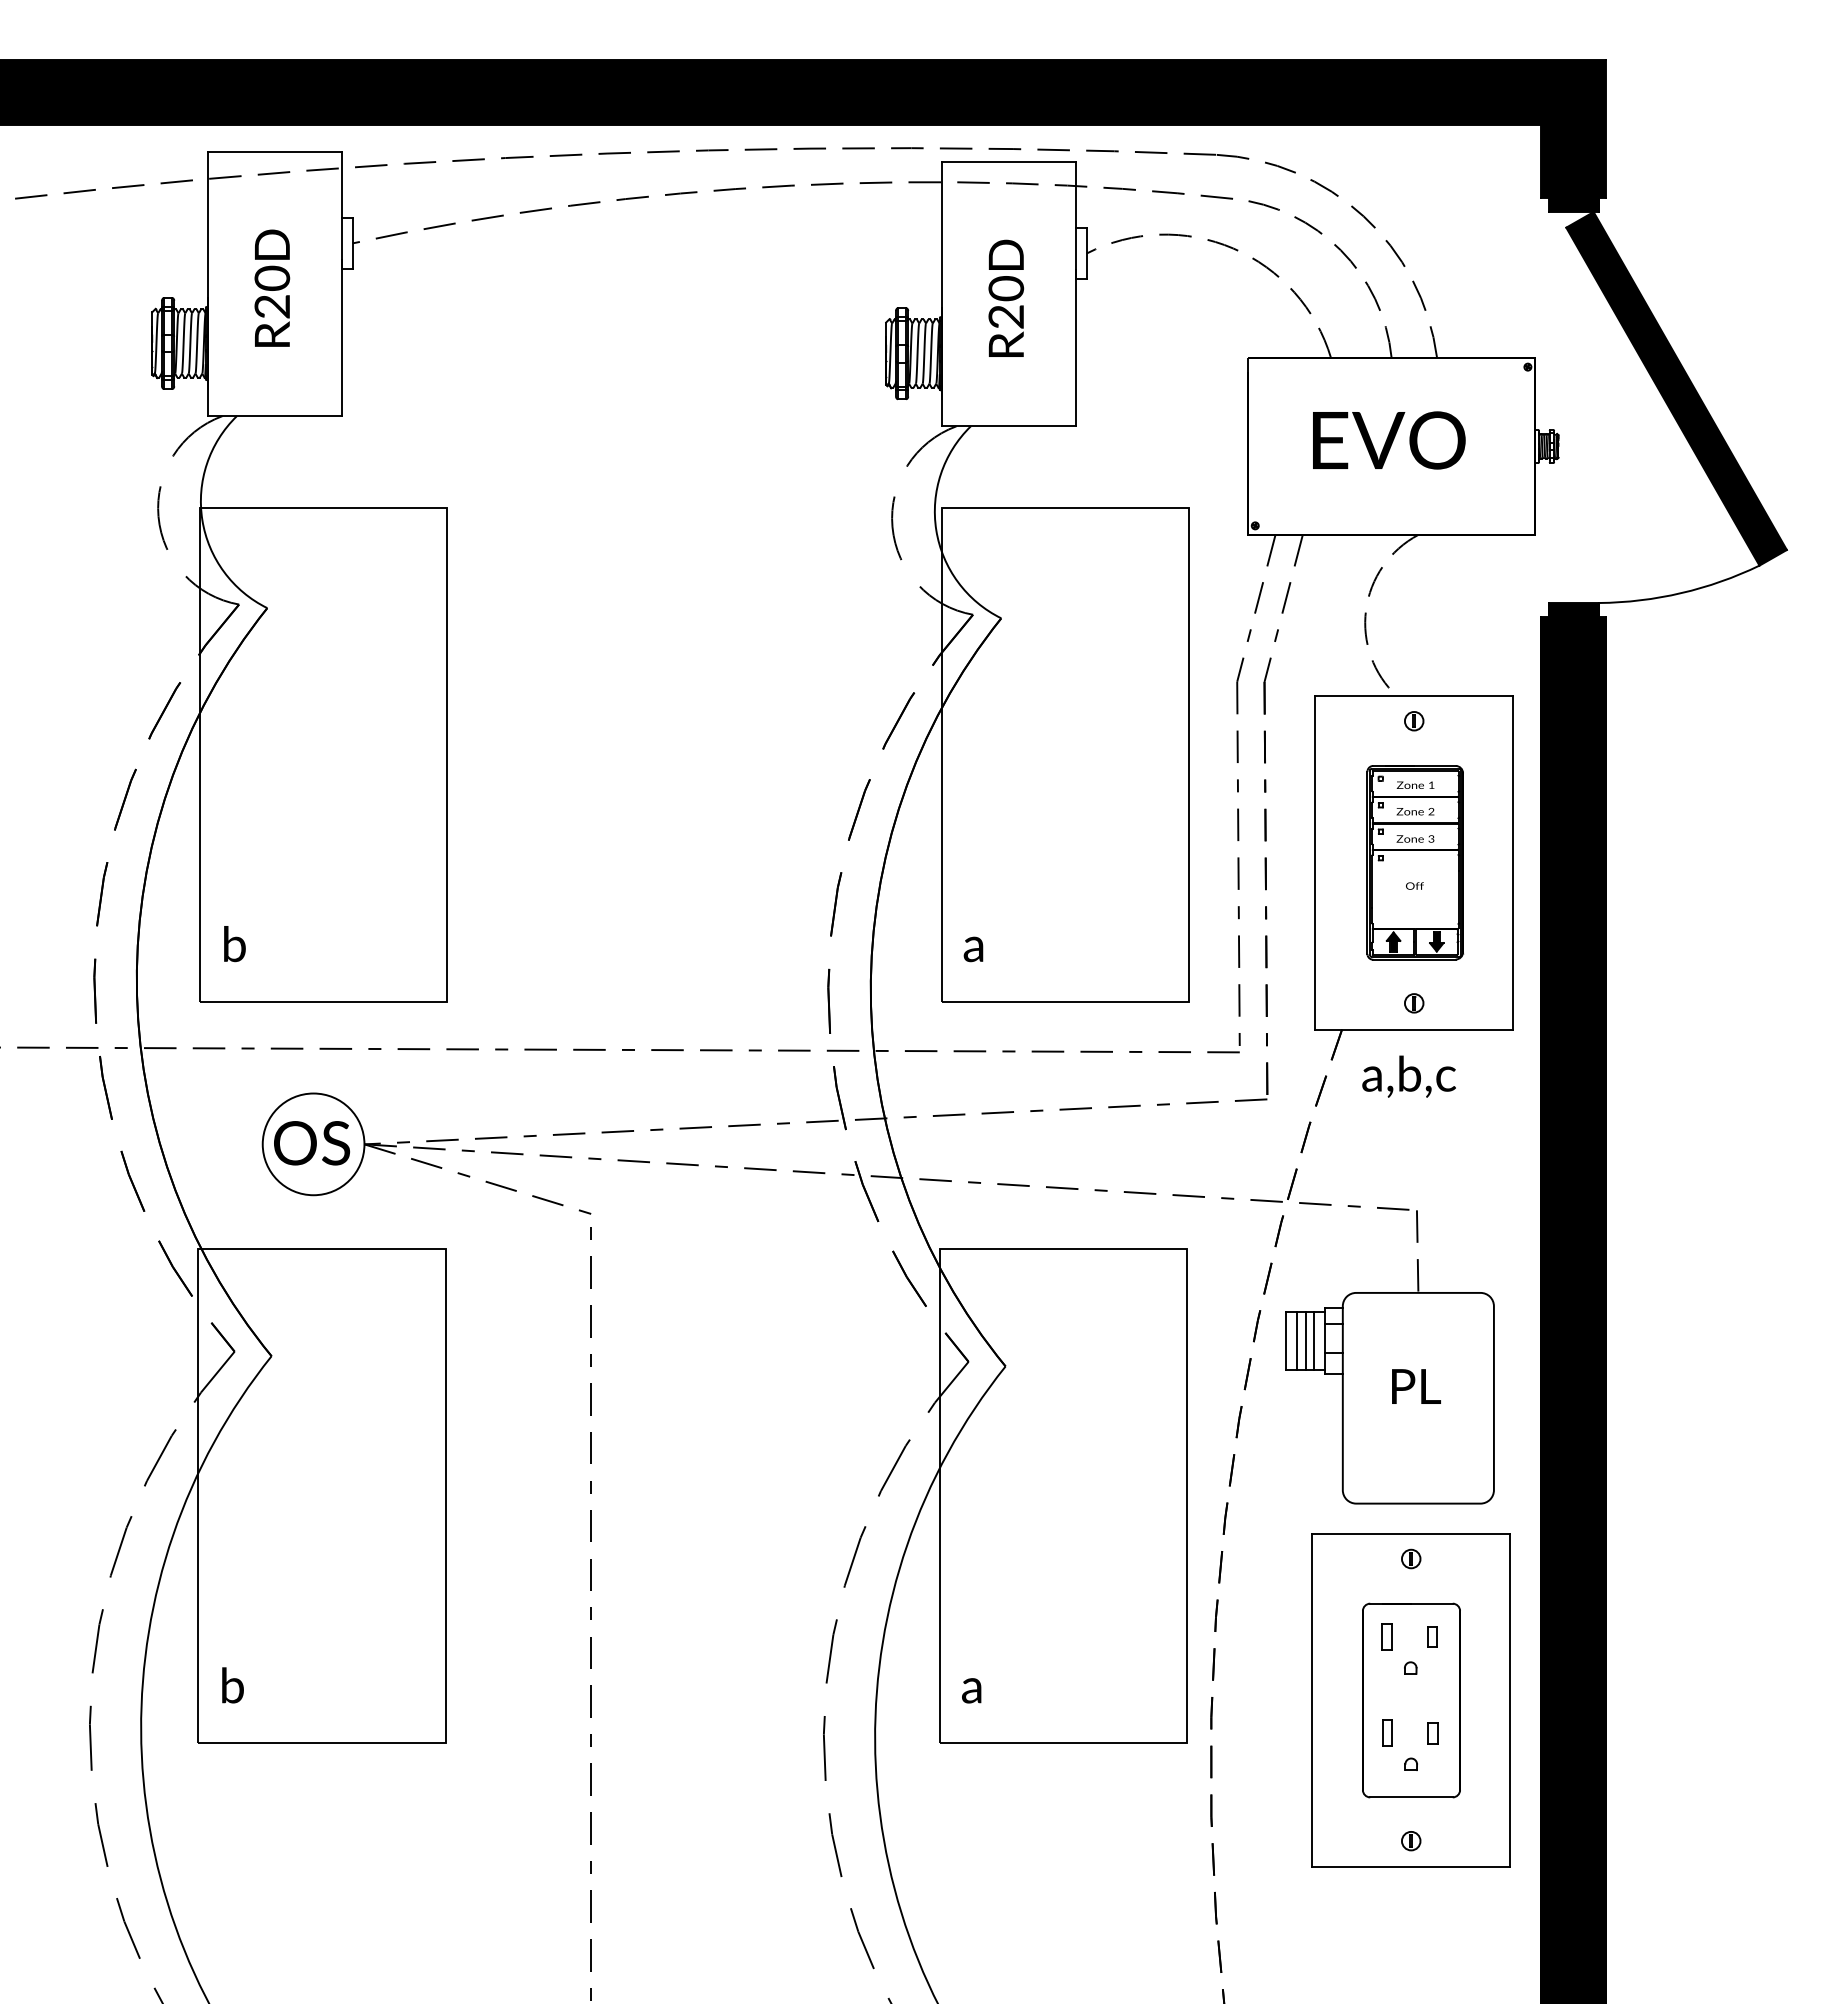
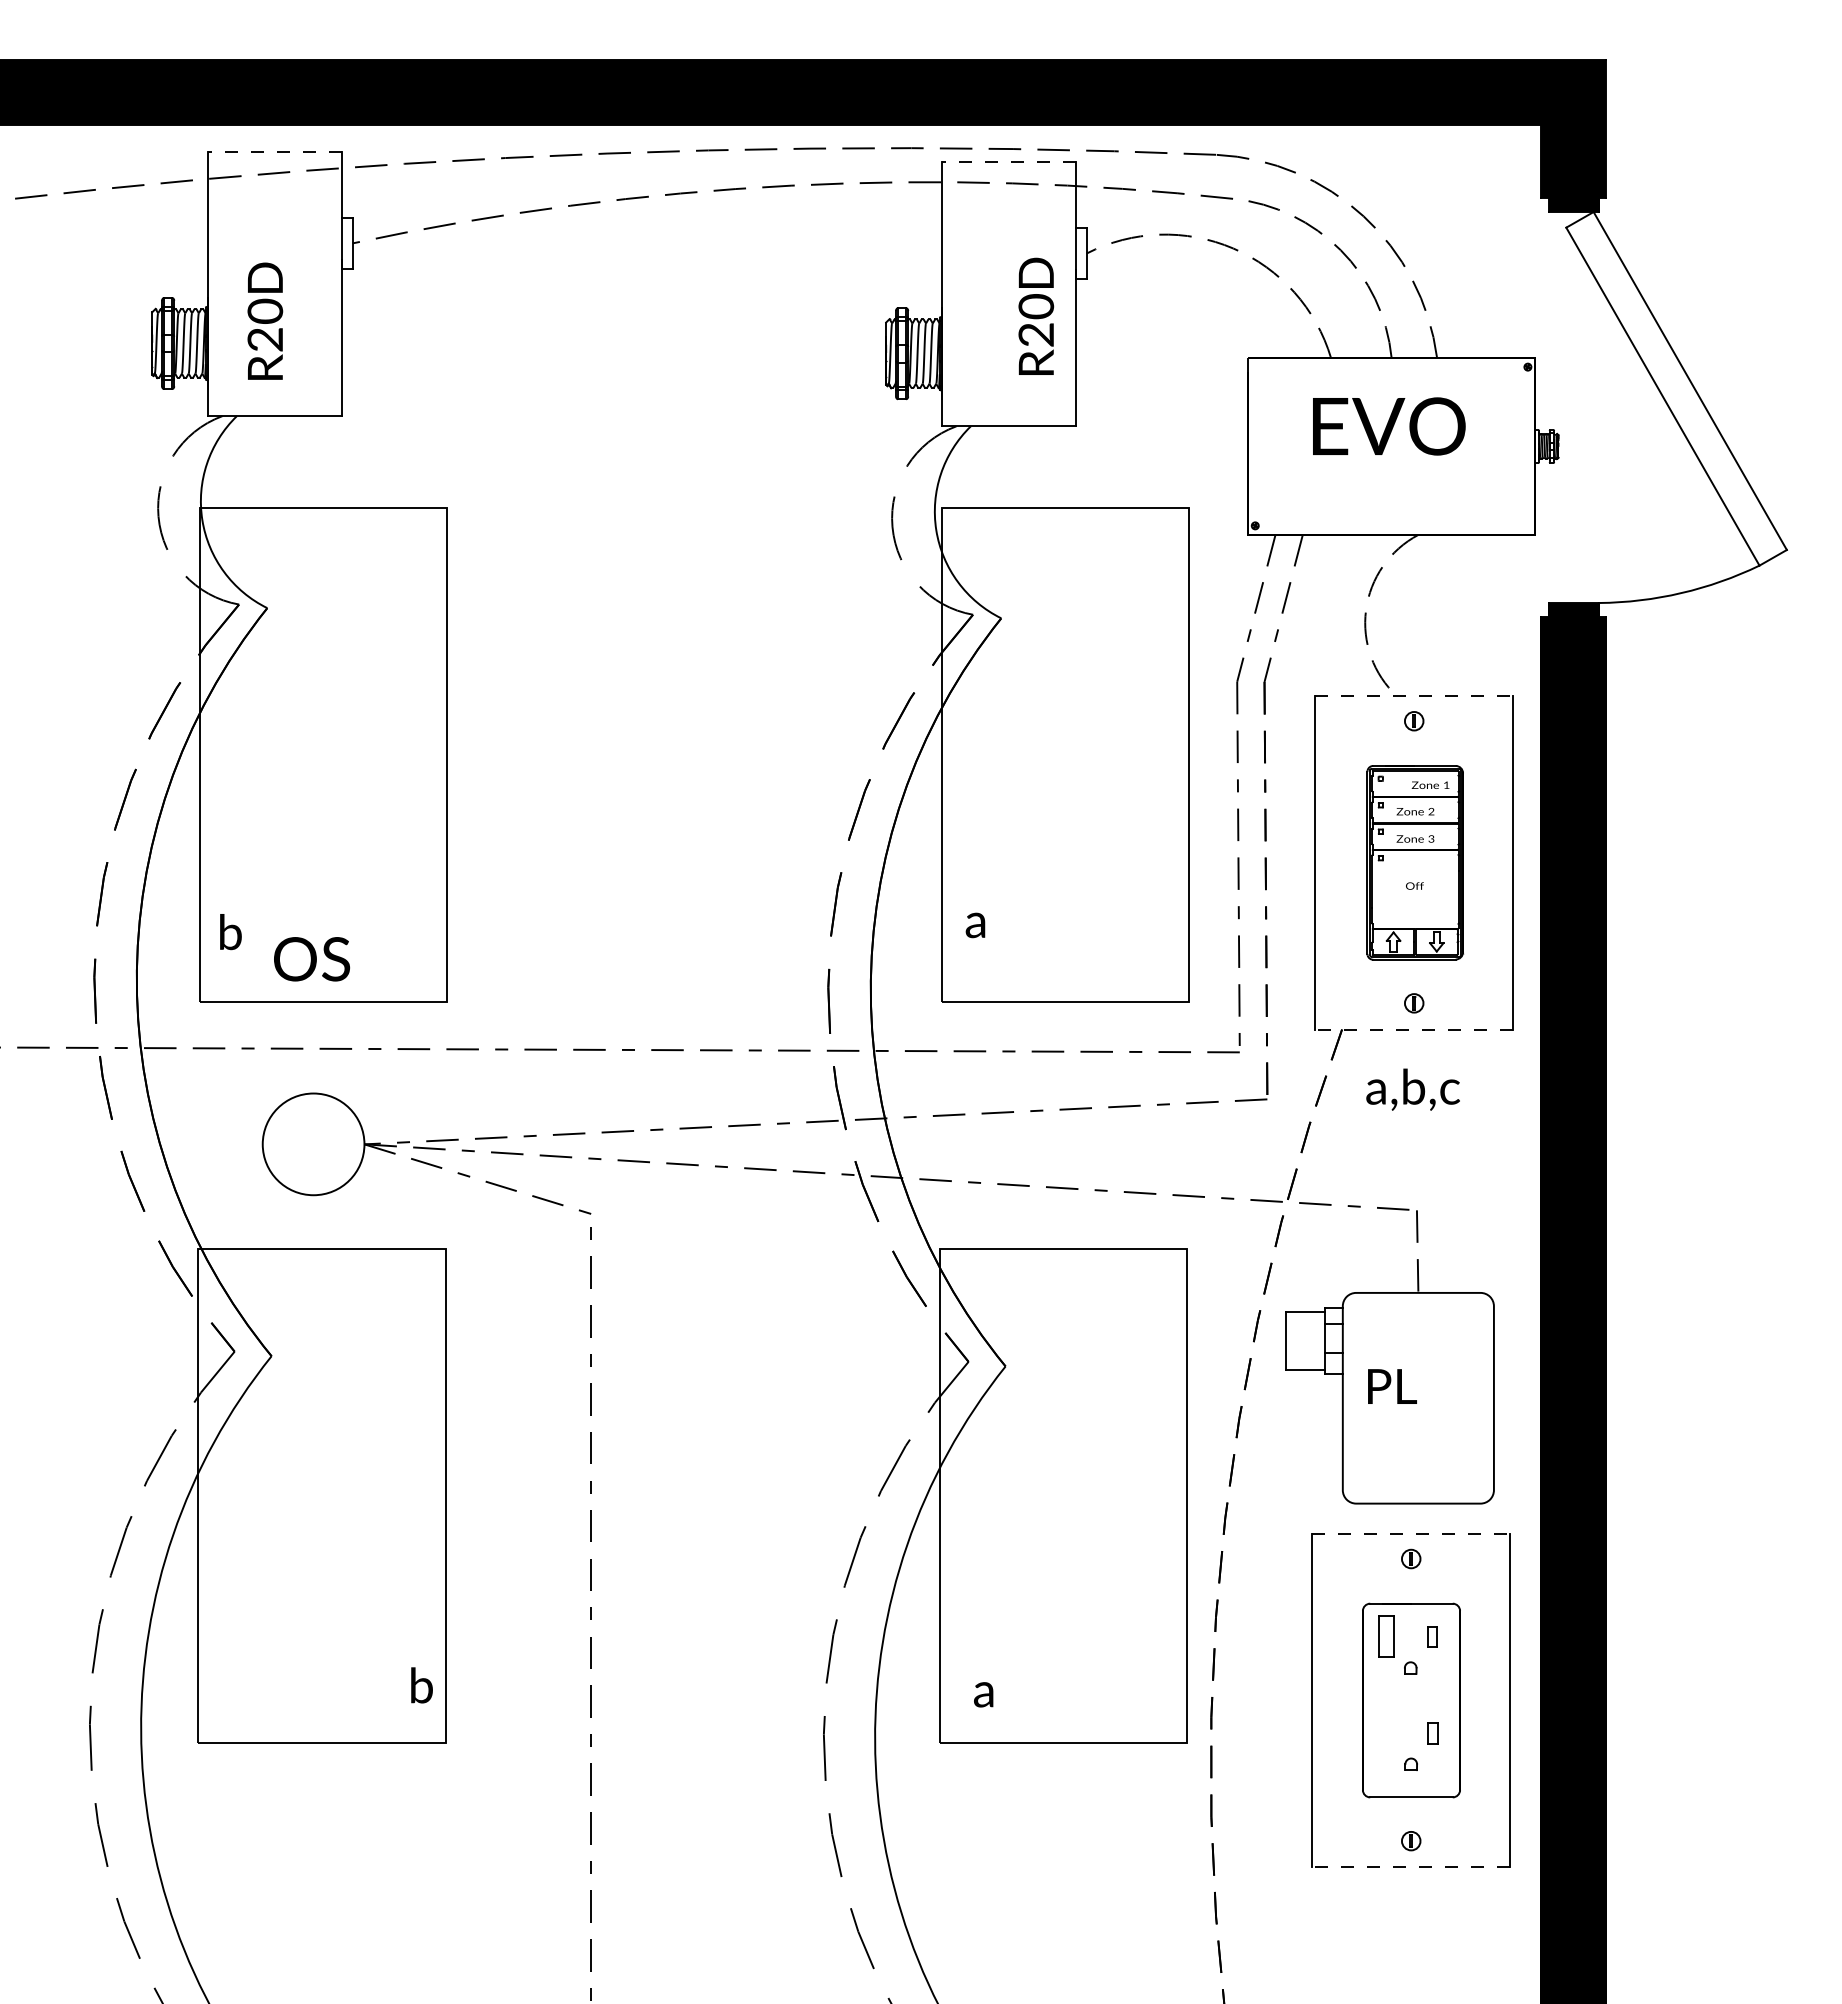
line at (274, 151): solid -> dashed
line at (1008, 162): solid -> dashed
text at (272, 287) position: (272, 287) -> (265, 320)
text at (1006, 297) position: (1006, 297) -> (1036, 315)
fill at (1676, 388): present -> none
text at (1389, 440) position: (1389, 440) -> (1389, 426)
line at (1414, 696): solid -> dashed
text at (1415, 784) position: (1415, 784) -> (1430, 784)
fill at (1393, 941): present -> none
fill at (1436, 941): present -> none
text at (234, 944) position: (234, 944) -> (230, 932)
text at (973, 949) position: (973, 949) -> (975, 925)
line at (1413, 1029): solid -> dashed
text at (1408, 1076) position: (1408, 1076) -> (1412, 1089)
text at (311, 1143) position: (311, 1143) -> (311, 959)
line at (1297, 1340): present -> none
line at (1305, 1340): present -> none
line at (1314, 1340): present -> none
text at (1416, 1386) position: (1416, 1386) -> (1392, 1386)
line at (1411, 1534): solid -> dashed
part at (1386, 1636) size: 12x28 px -> 17x43 px
text at (232, 1685) position: (232, 1685) -> (421, 1685)
text at (971, 1690) position: (971, 1690) -> (983, 1694)
part at (1387, 1732): present -> none
line at (1410, 1867): solid -> dashed
